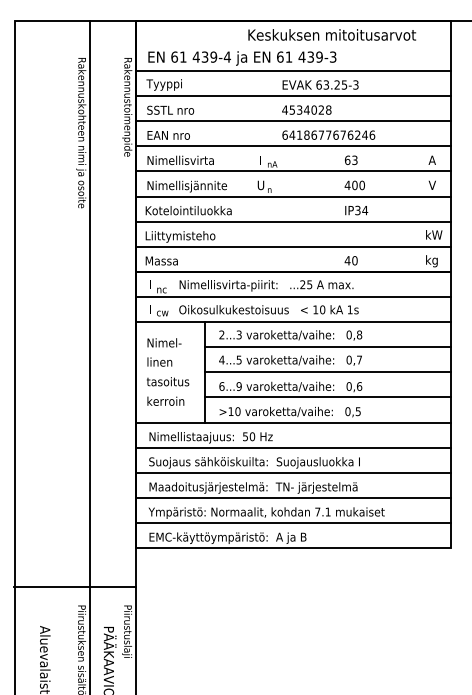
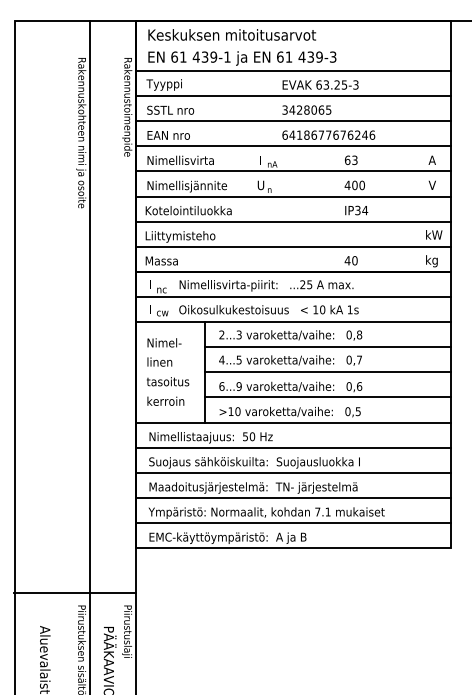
text at (332, 34) position: (332, 34) -> (232, 34)
text at (226, 56): 439-4 -> 439-1
text at (306, 109): 4534028 -> 3428065
line at (74, 587) position: (74, 587) -> (74, 593)
